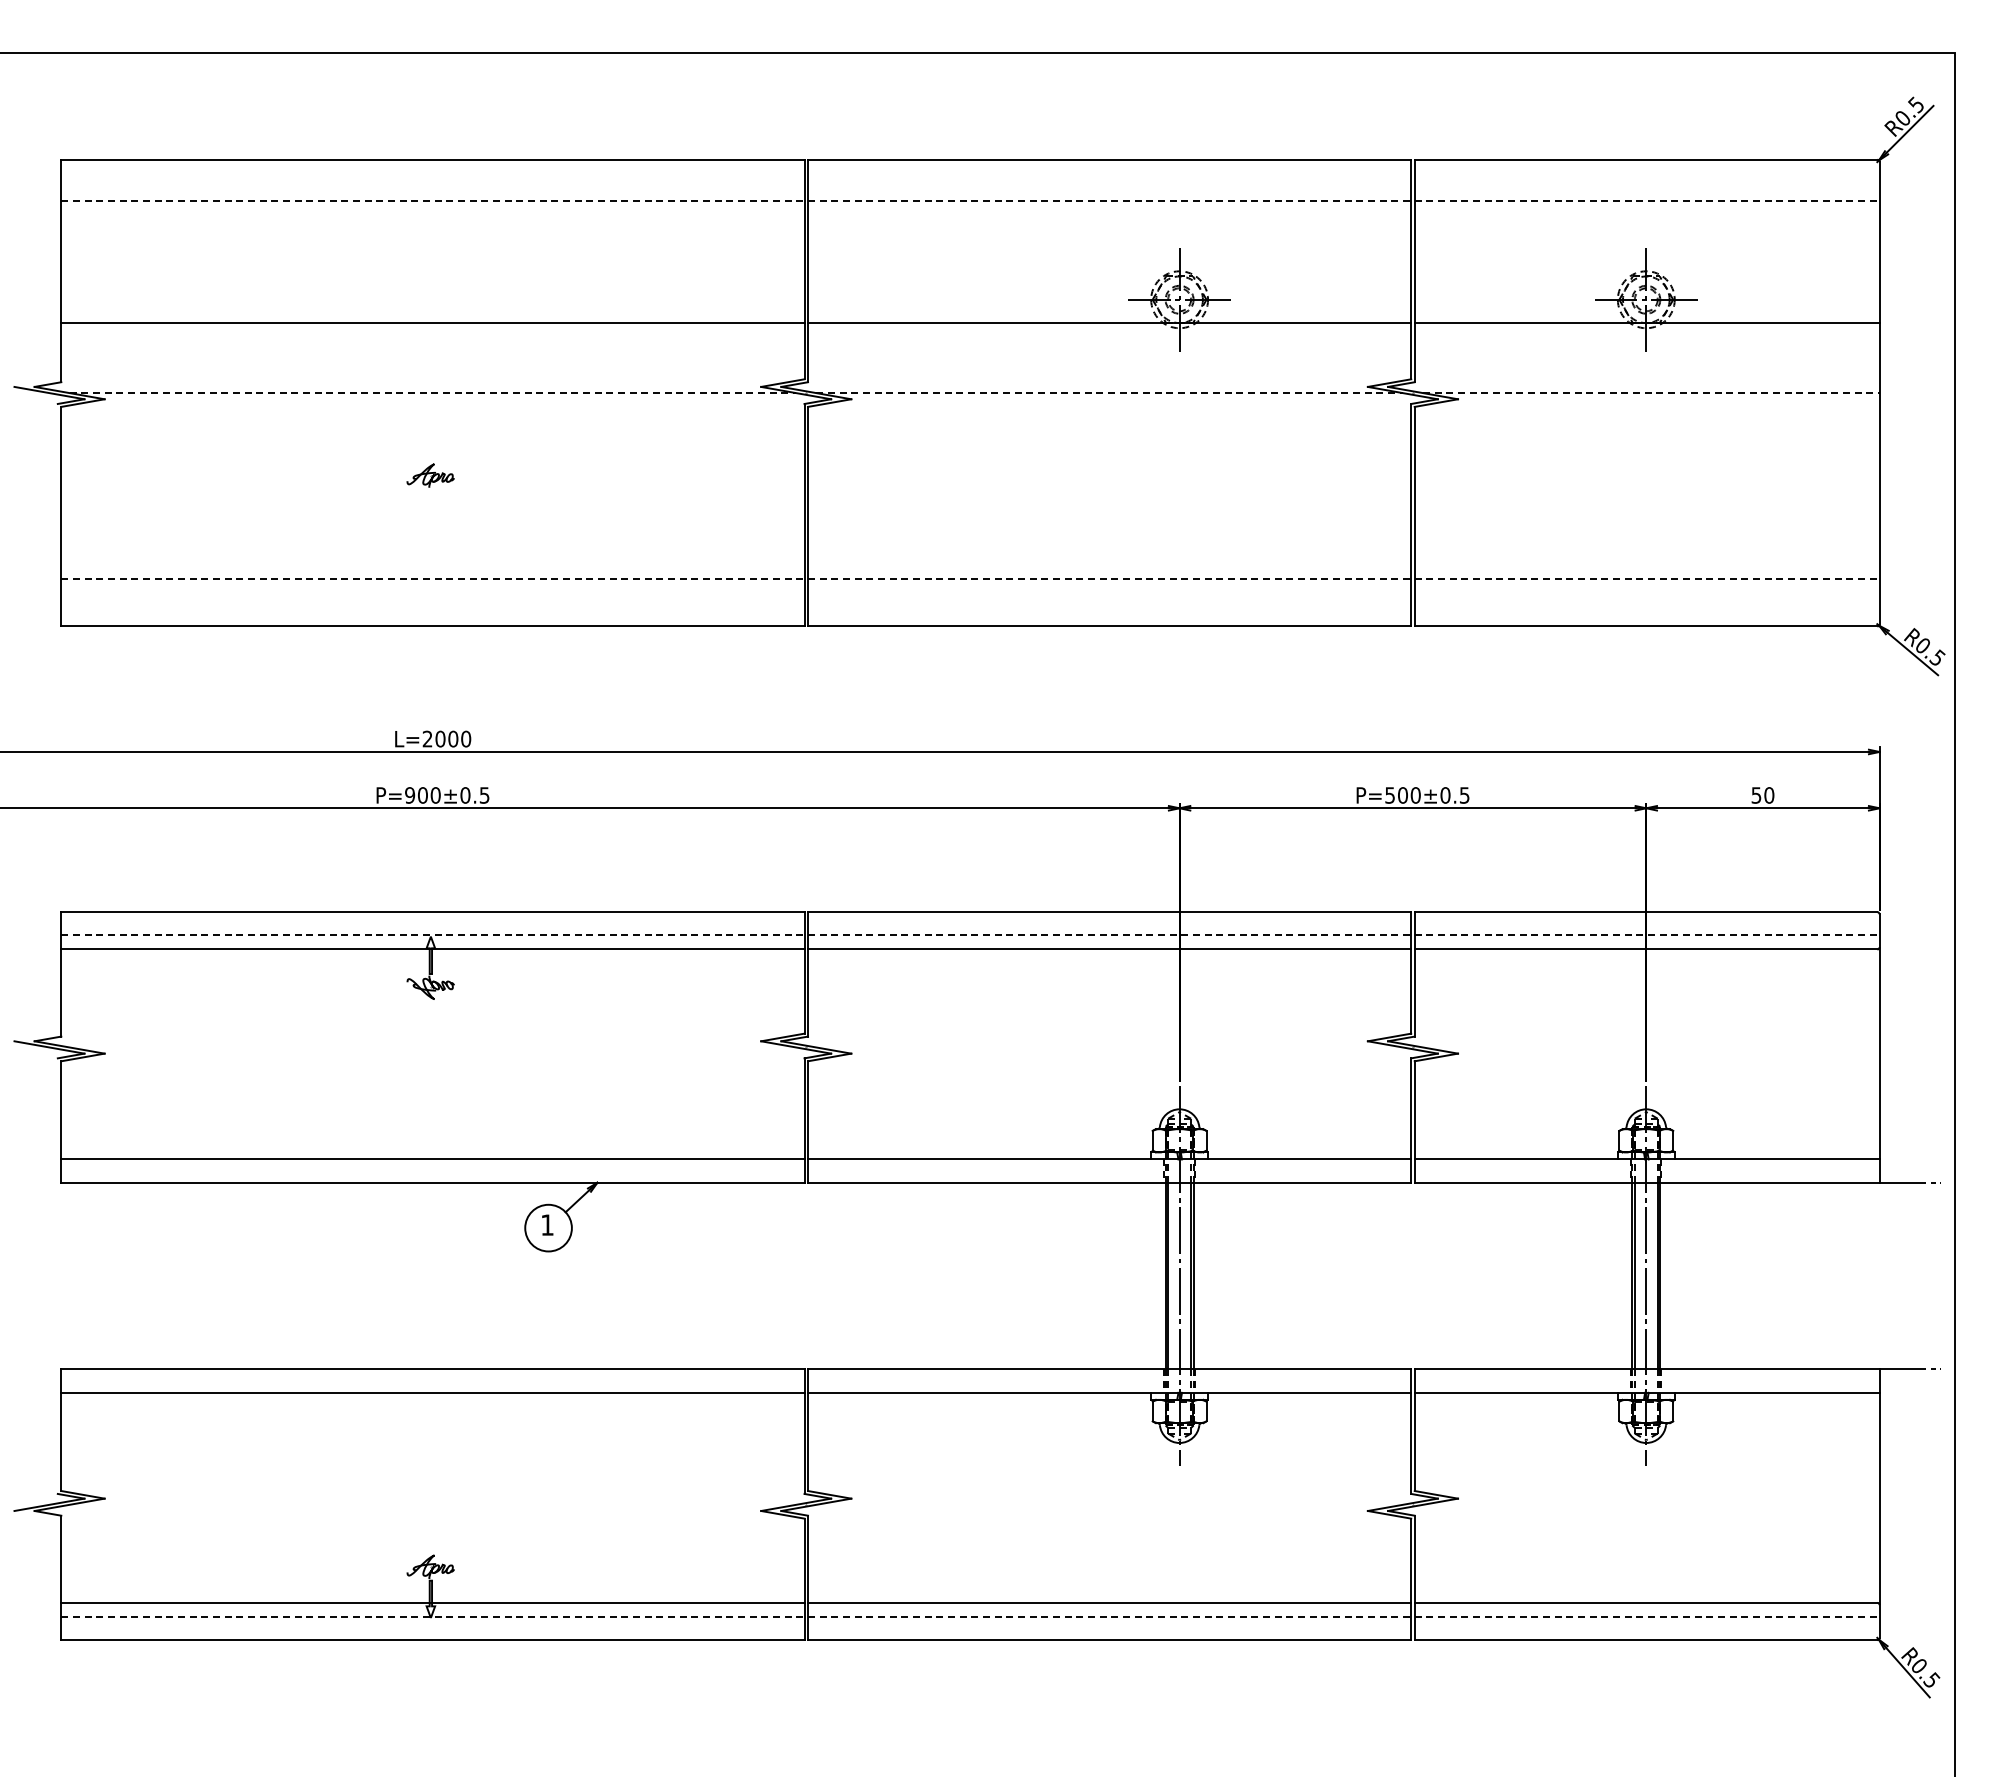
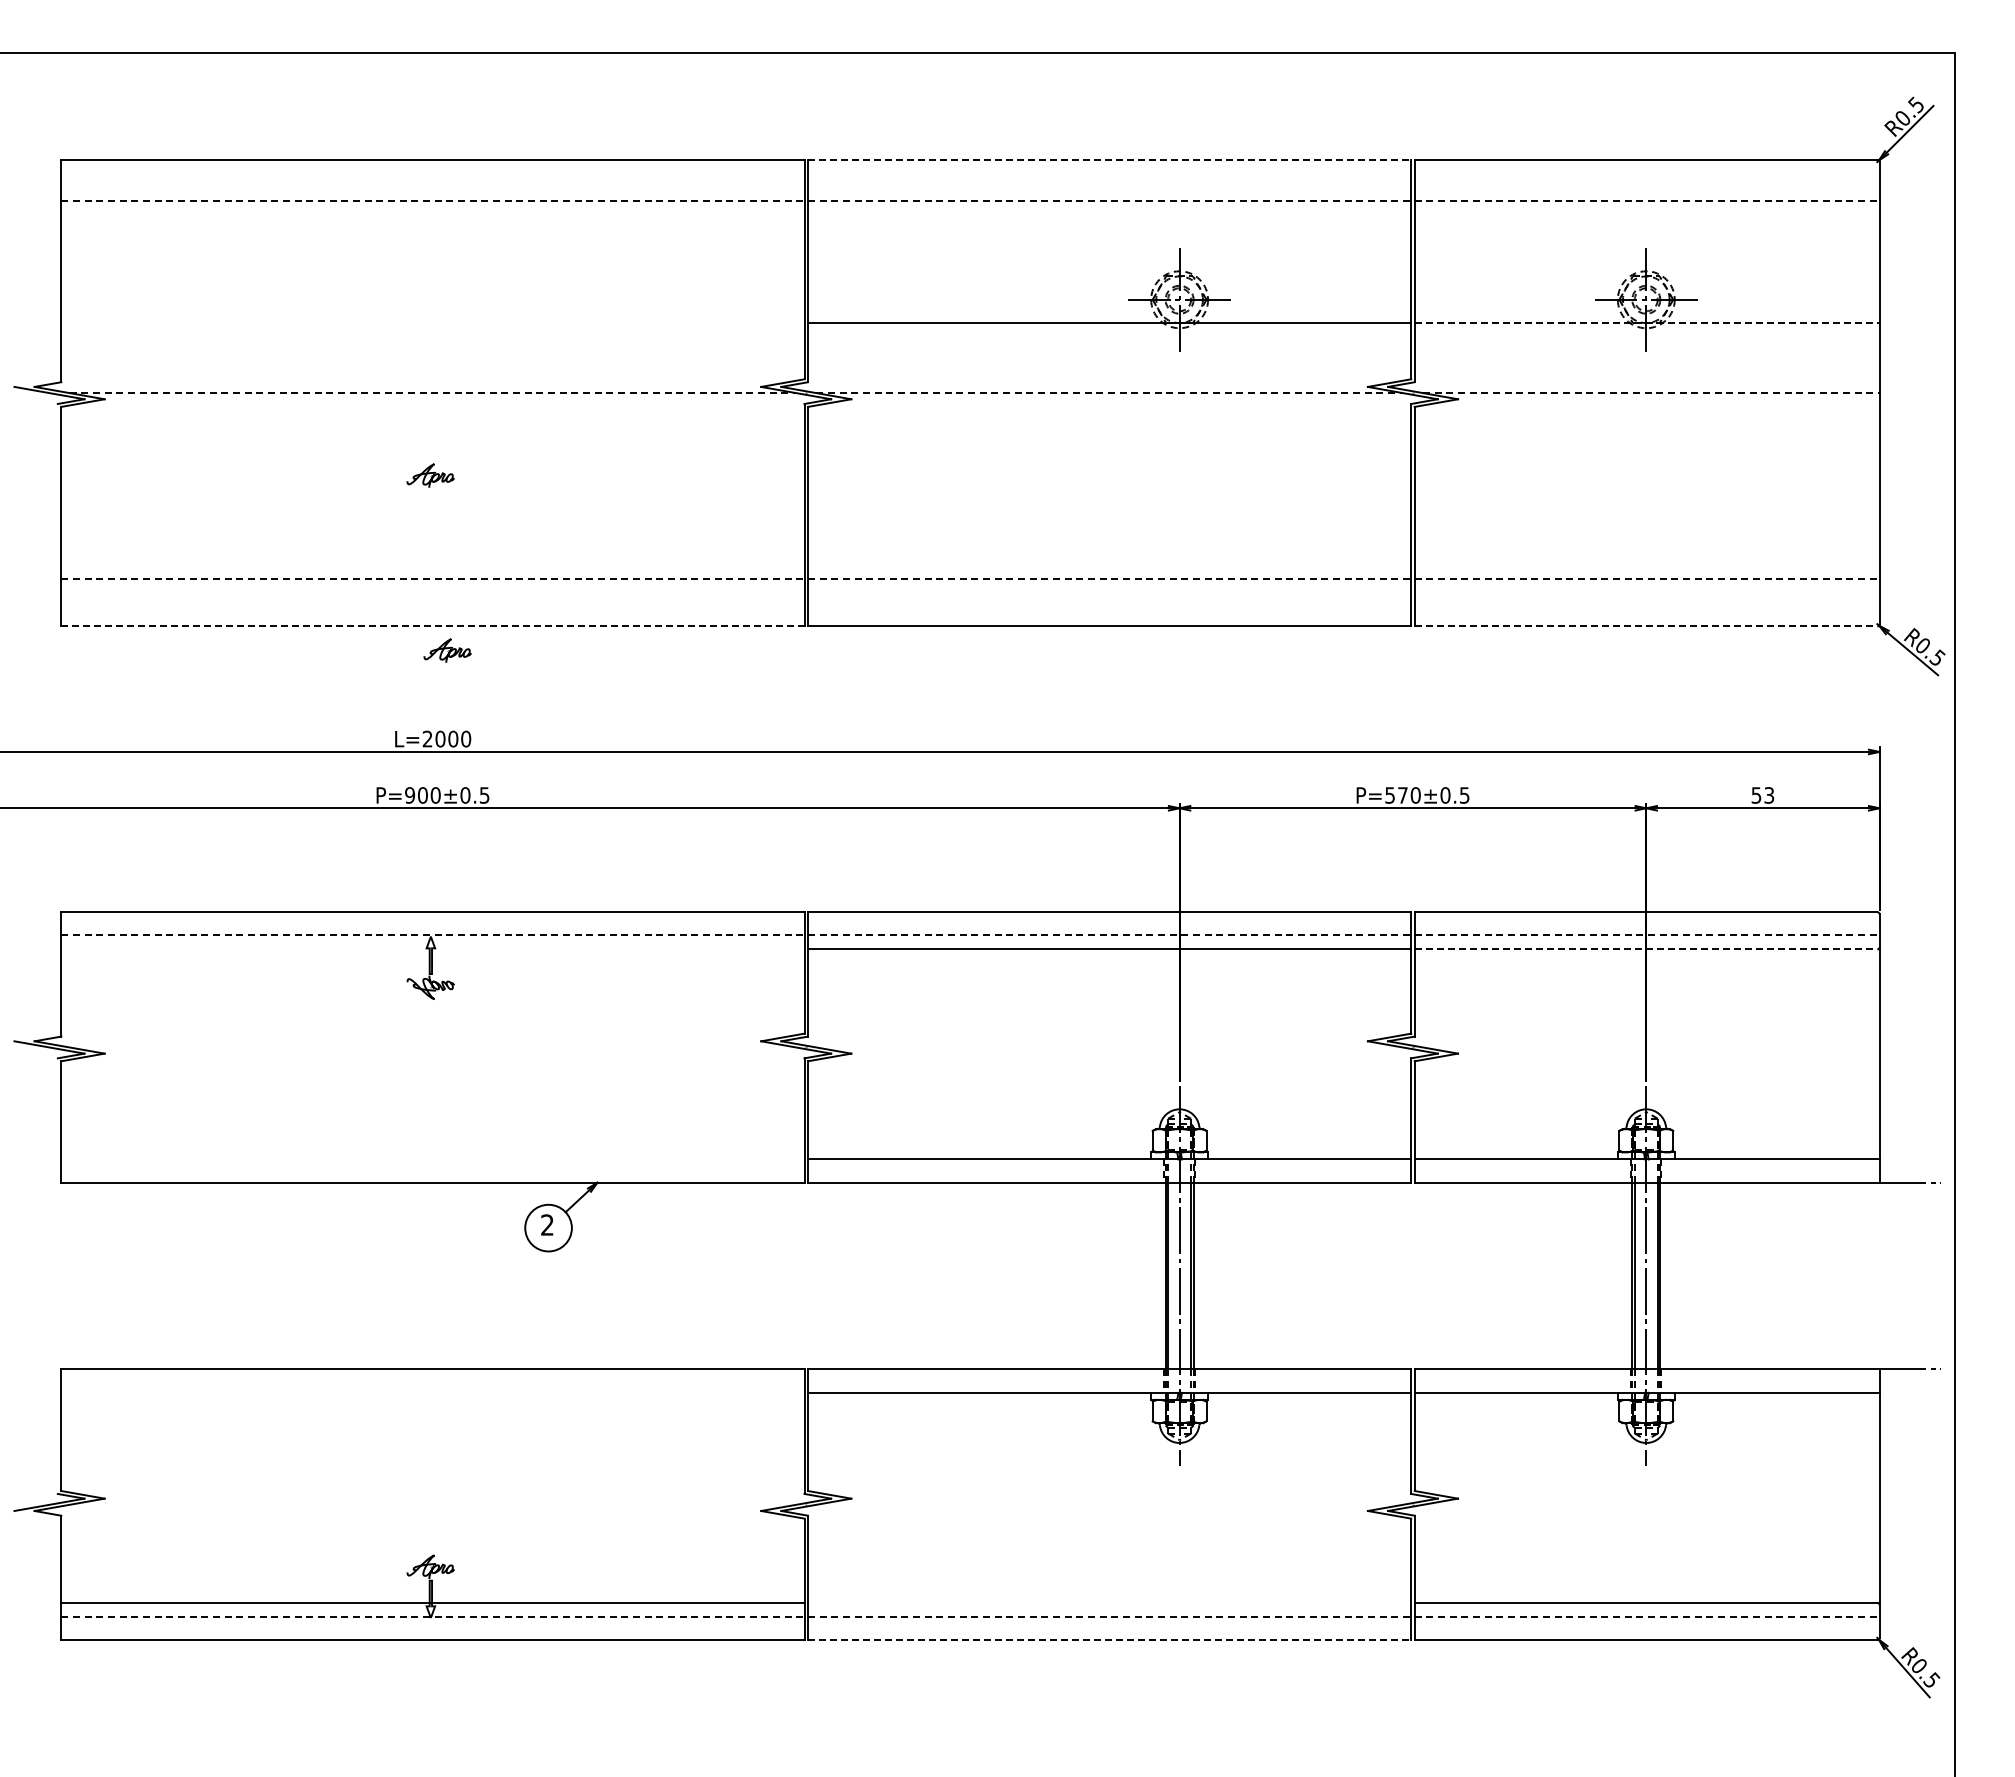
line at (1109, 159): solid -> dashed
line at (432, 323): present -> none
line at (1647, 323): solid -> dashed
line at (432, 626): solid -> dashed
line at (1646, 626): solid -> dashed
part at (447, 650): none -> present
text at (1402, 795): P=500±0.5 -> P=570±0.5
text at (1769, 795): 50 -> 53
line at (432, 949): present -> none
line at (1646, 949): solid -> dashed
line at (432, 1159): present -> none
text at (547, 1224): 1 -> 2
line at (432, 1392): present -> none
line at (1109, 1602): present -> none
line at (1109, 1640): solid -> dashed
